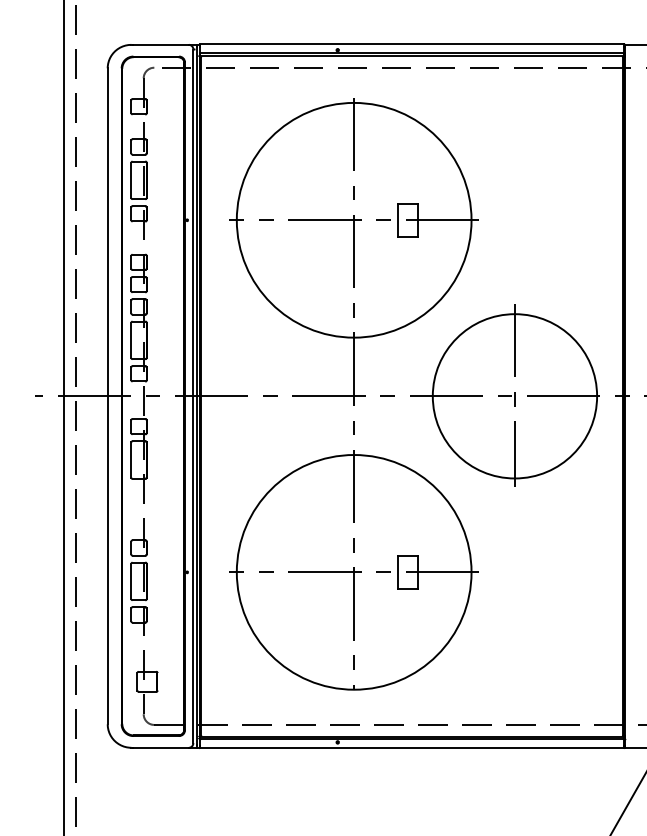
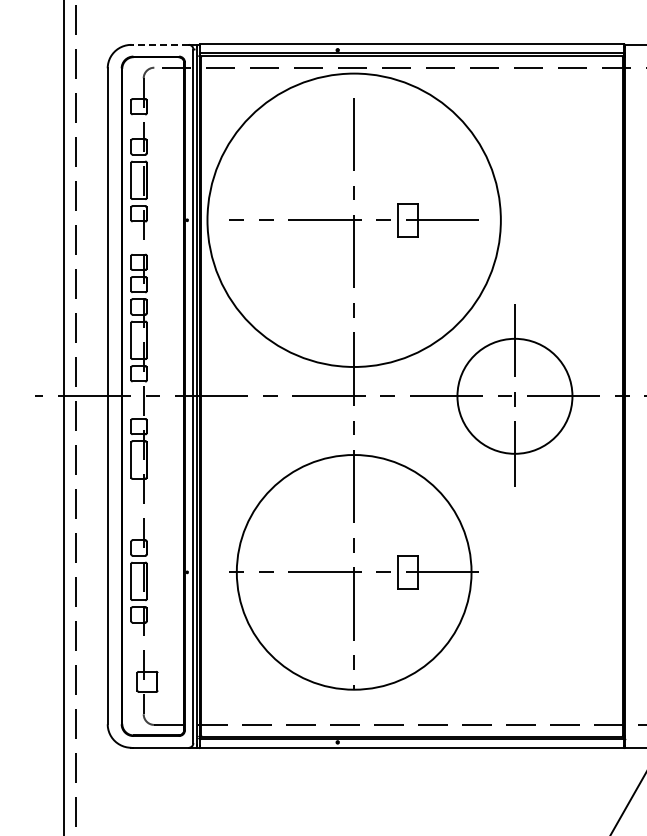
line at (161, 44): solid -> dashed
circle at (353, 219) diameter: 235 px -> 293 px
circle at (514, 396) diameter: 164 px -> 115 px
